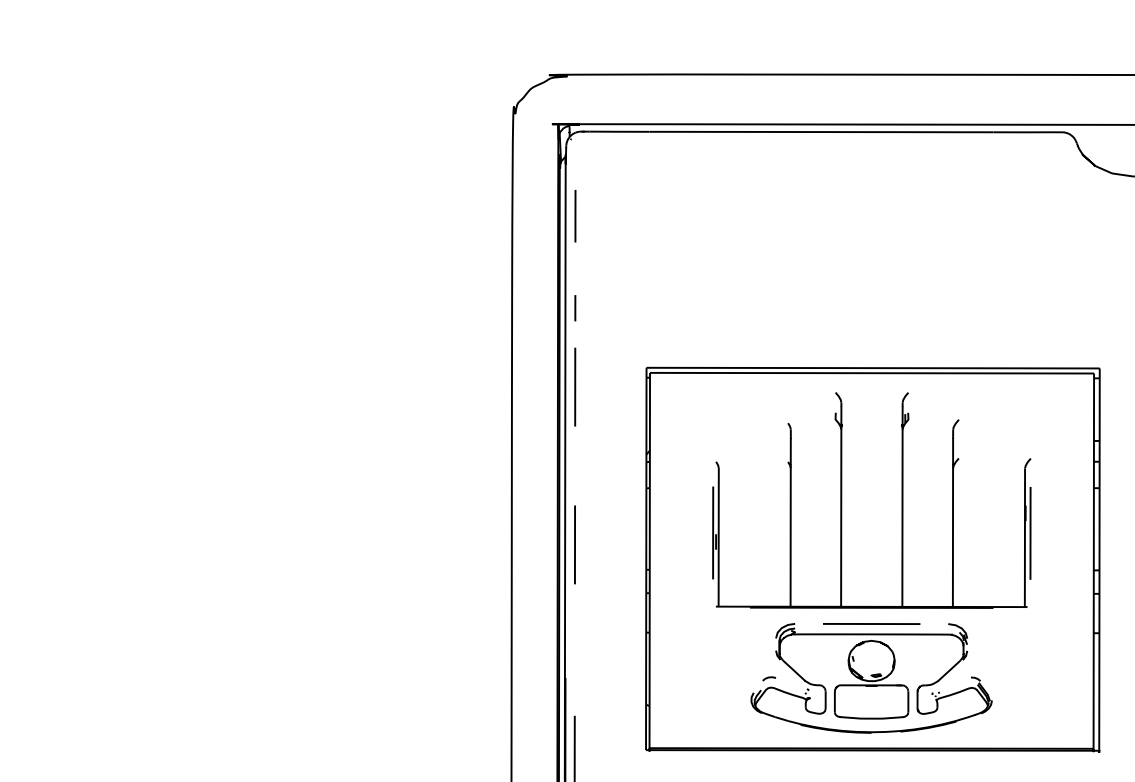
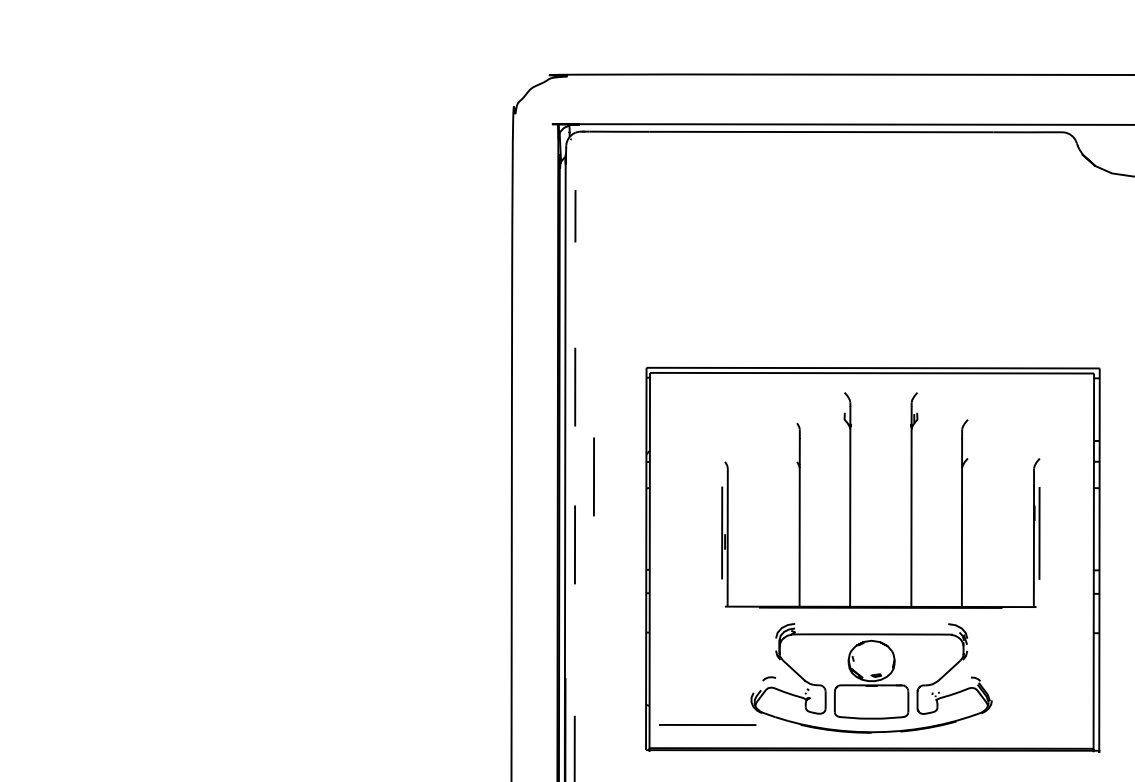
line at (575, 308): present -> none
line at (593, 476): none -> present
part at (842, 500) position: (842, 500) -> (851, 500)
line at (871, 623) position: (871, 623) -> (707, 724)
